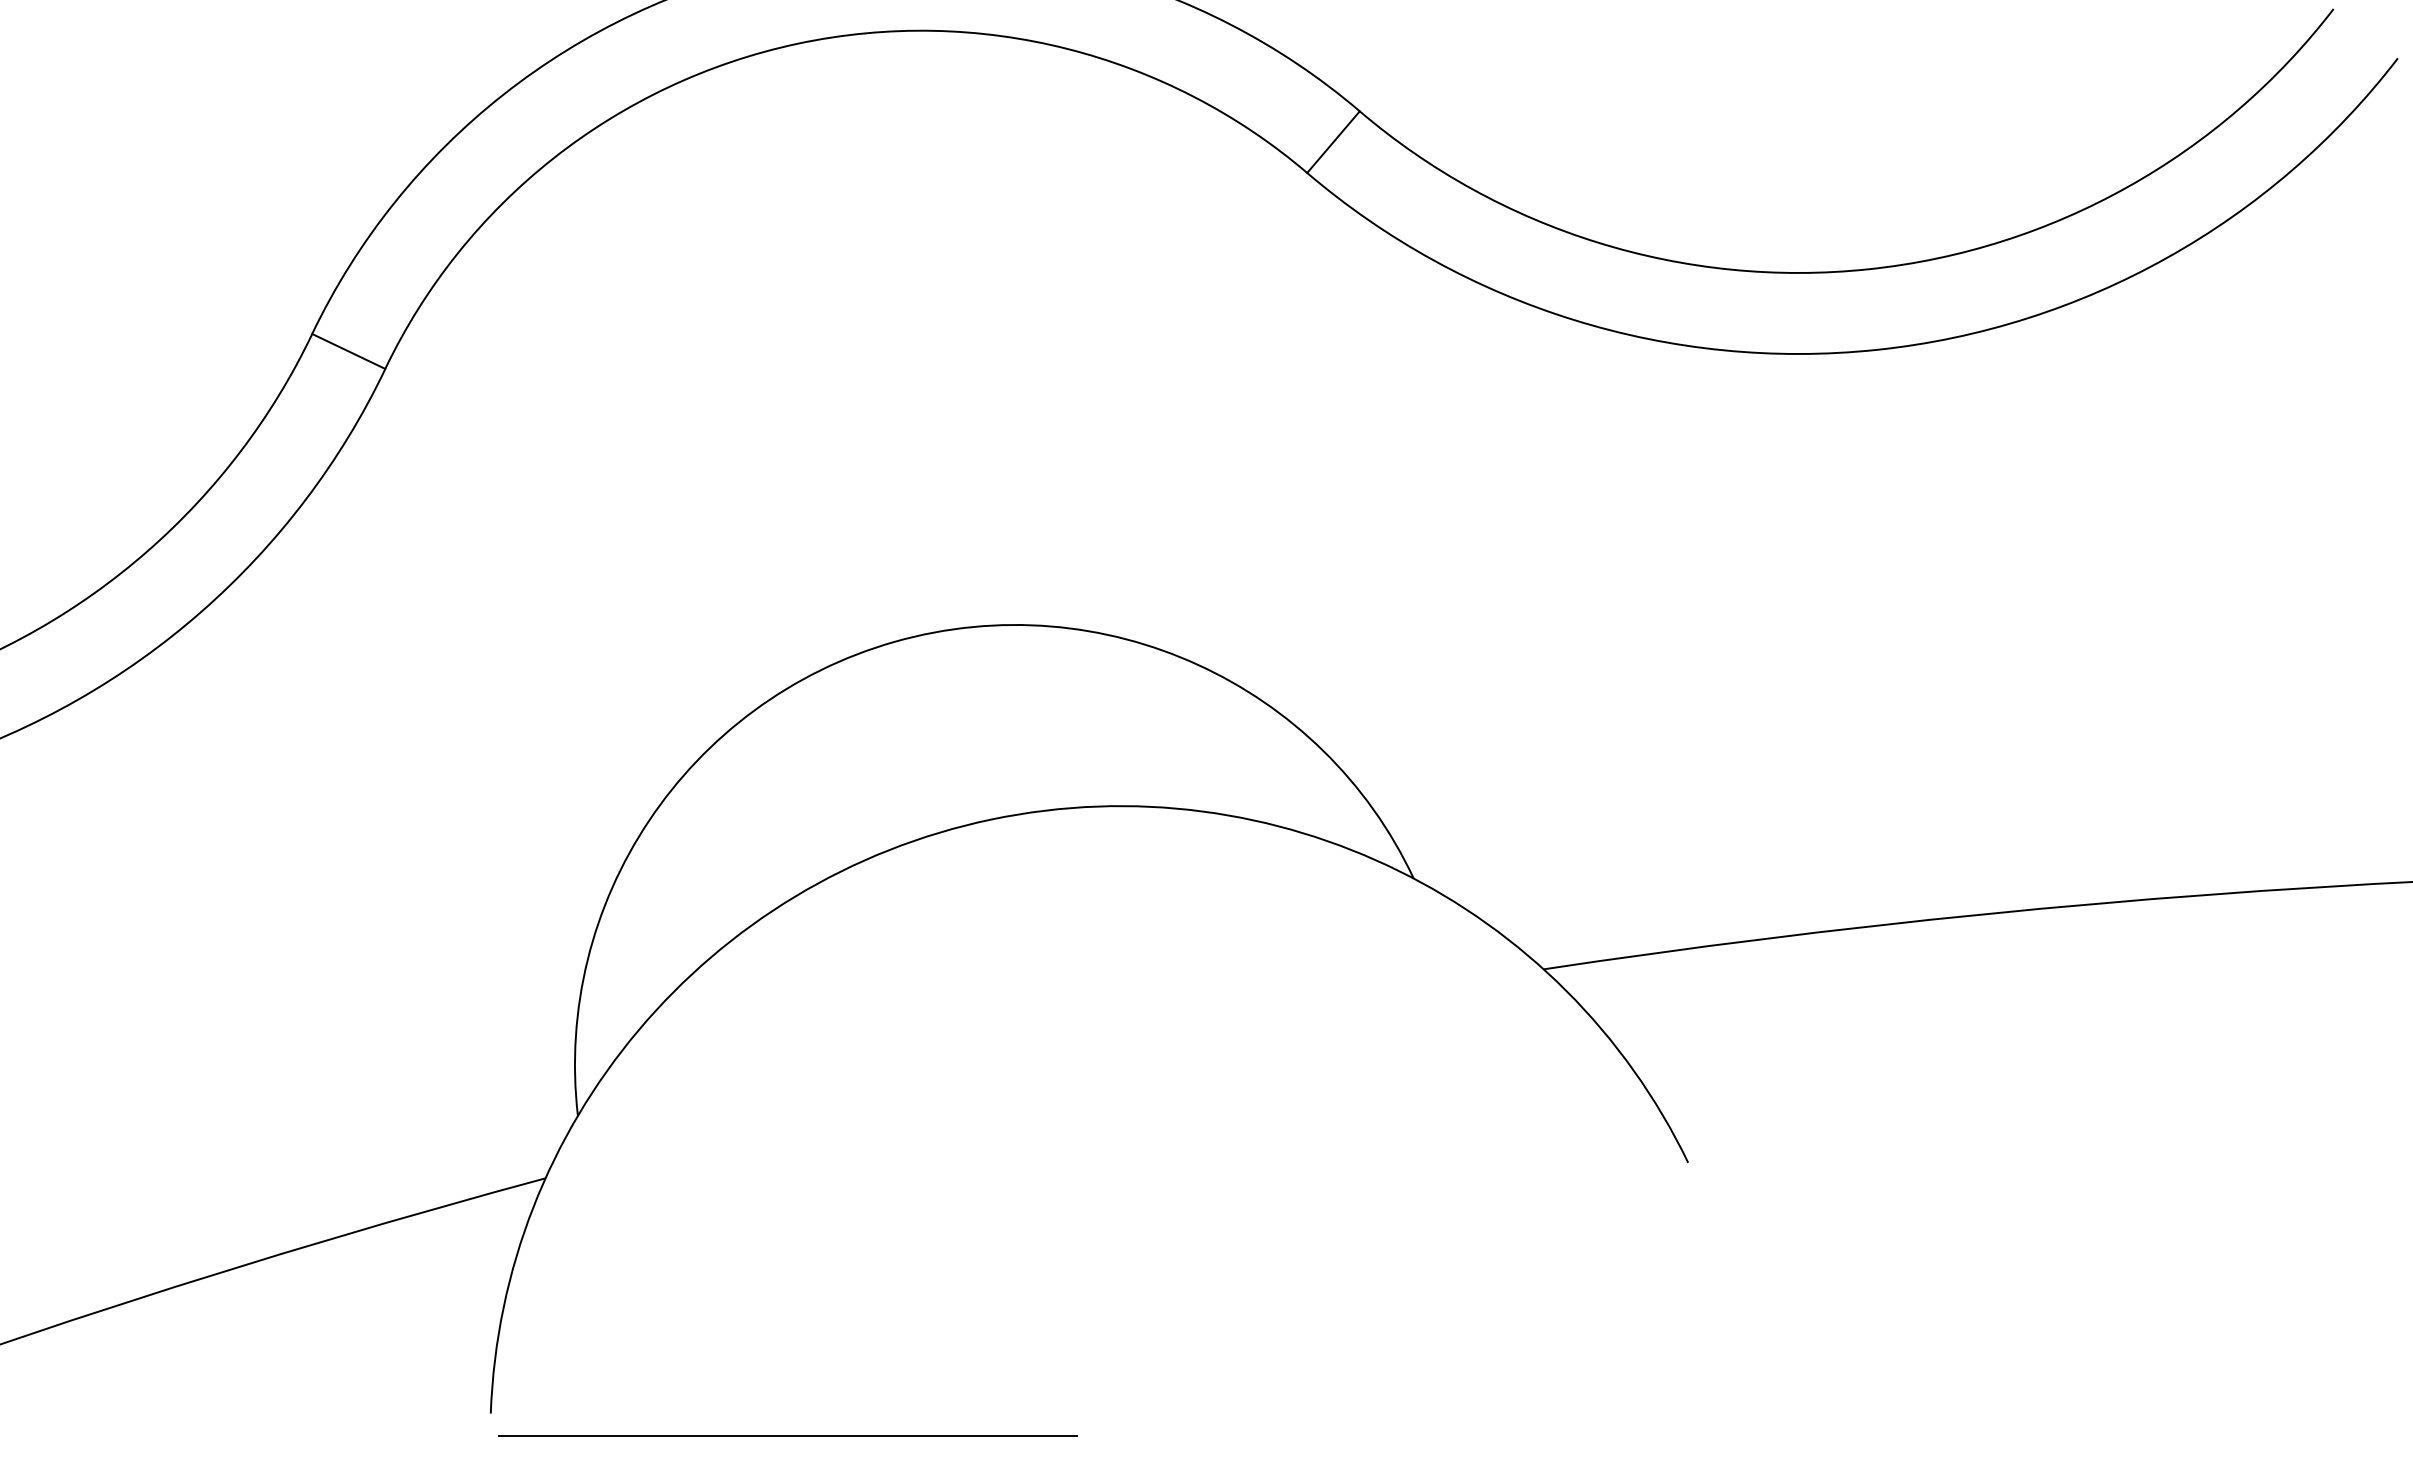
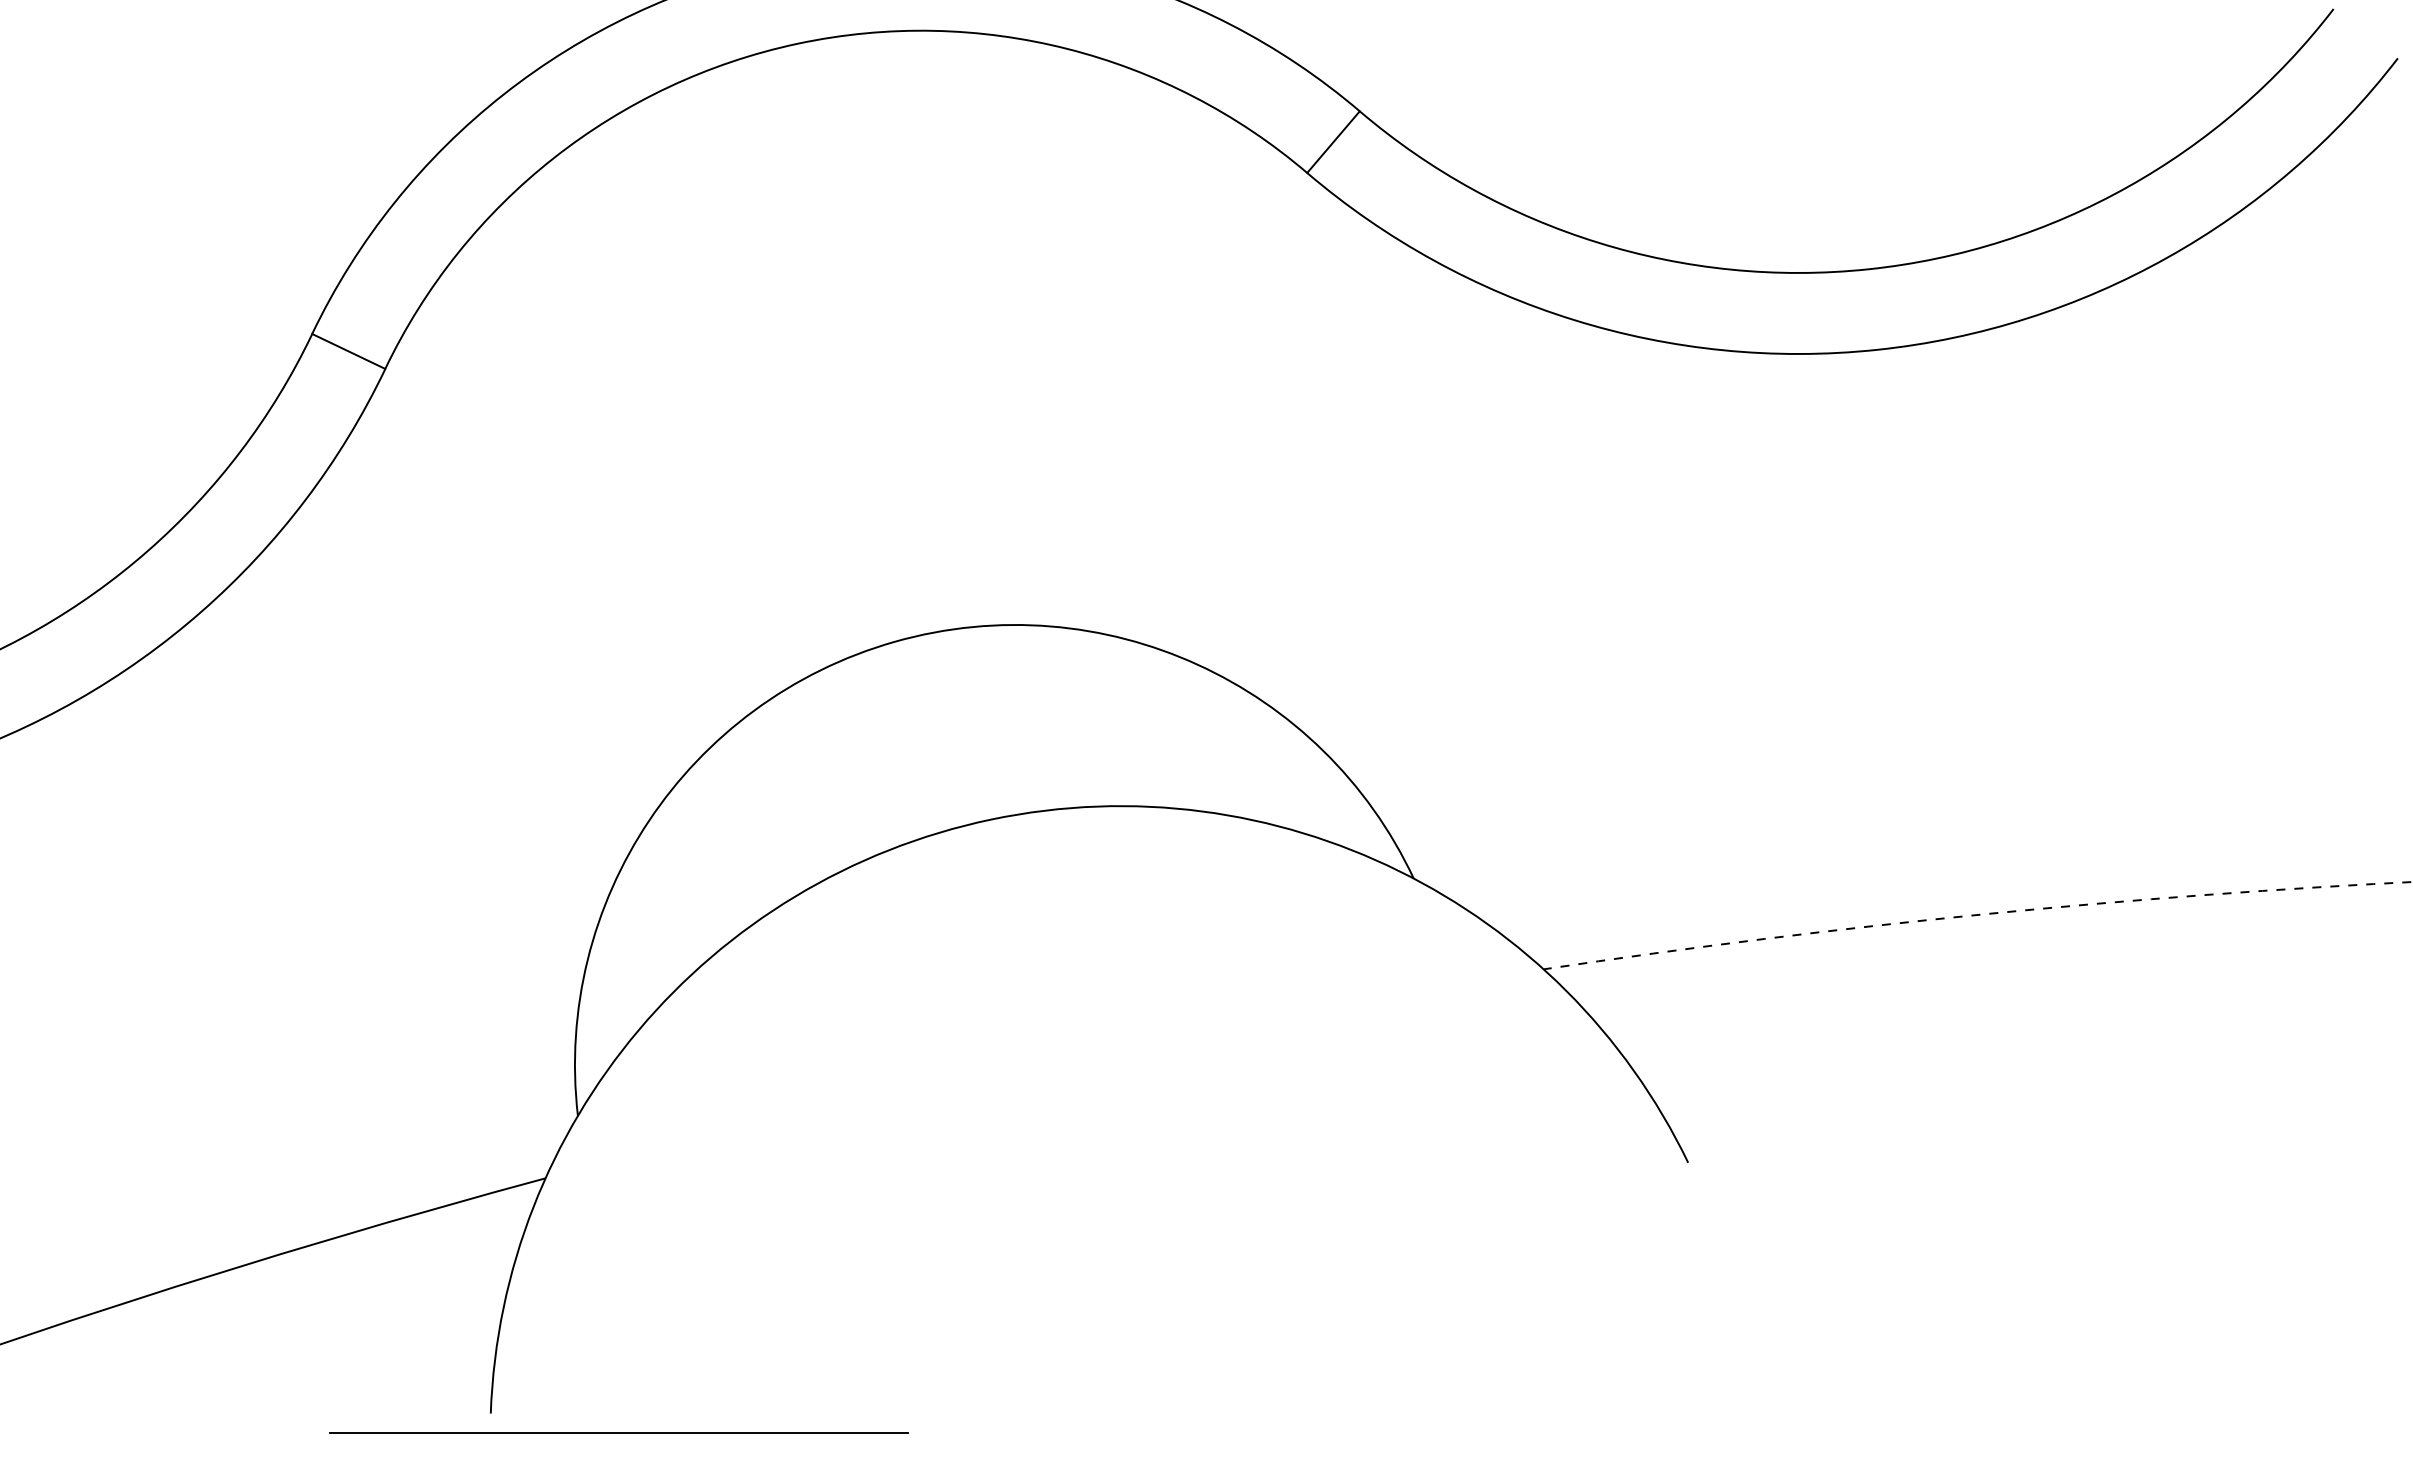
arc at (1977, 915): solid -> dashed
line at (787, 1435) position: (787, 1435) -> (618, 1432)
